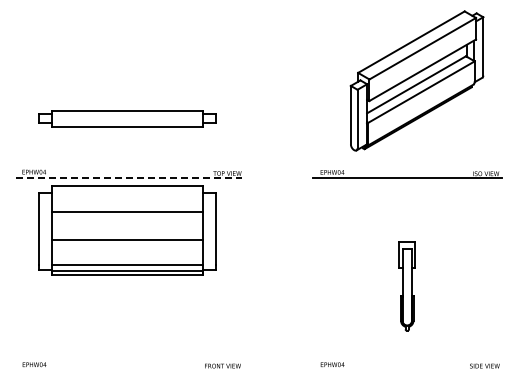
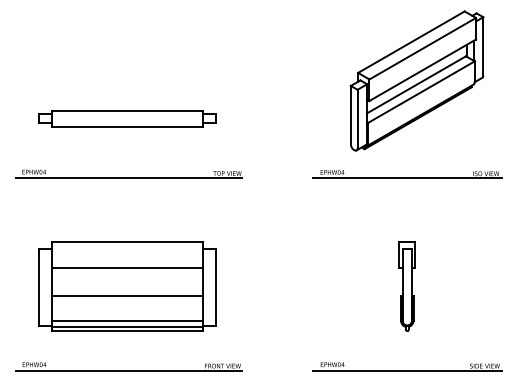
line at (129, 178): dashed -> solid
part at (127, 230) position: (127, 230) -> (127, 286)
line at (128, 370): none -> present
line at (407, 370): none -> present
